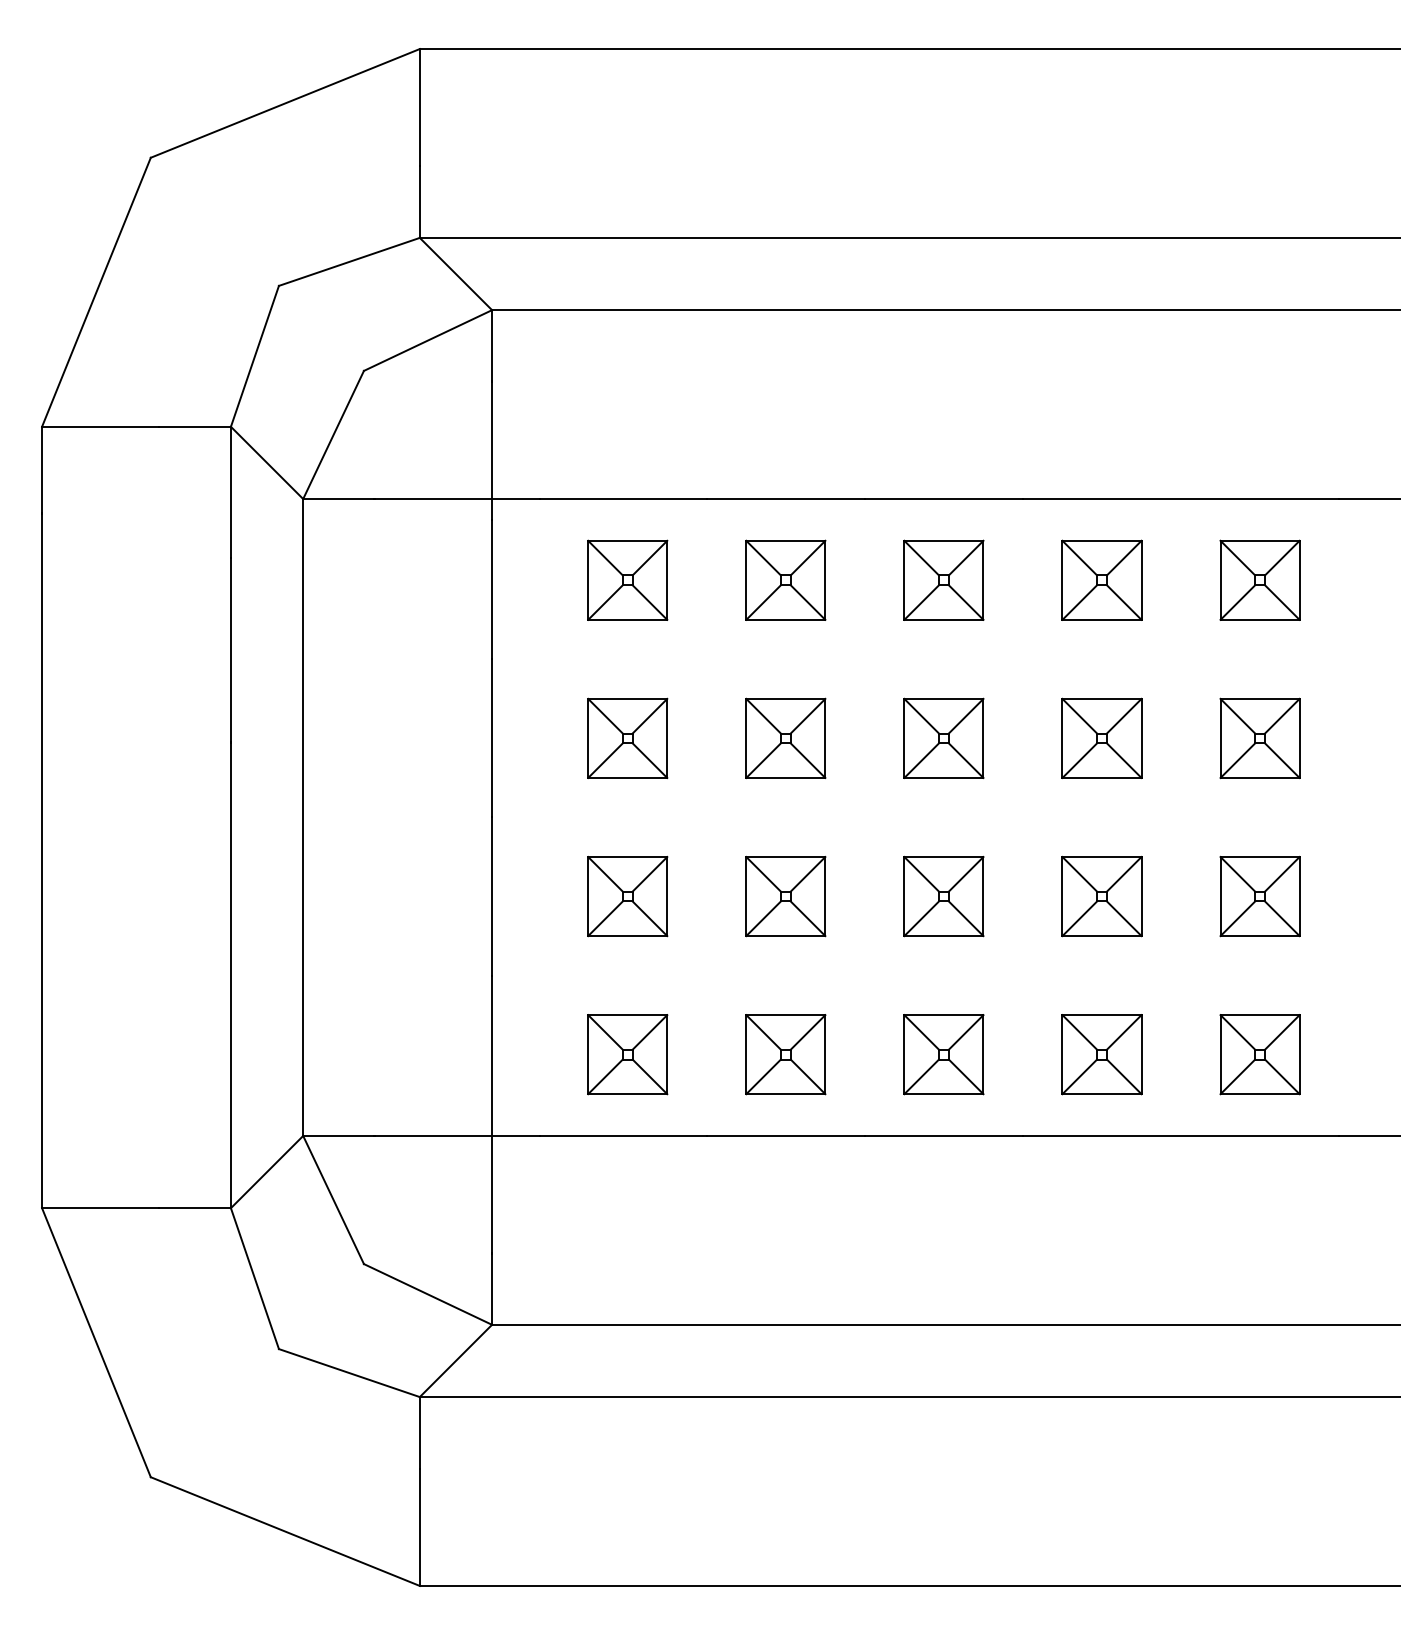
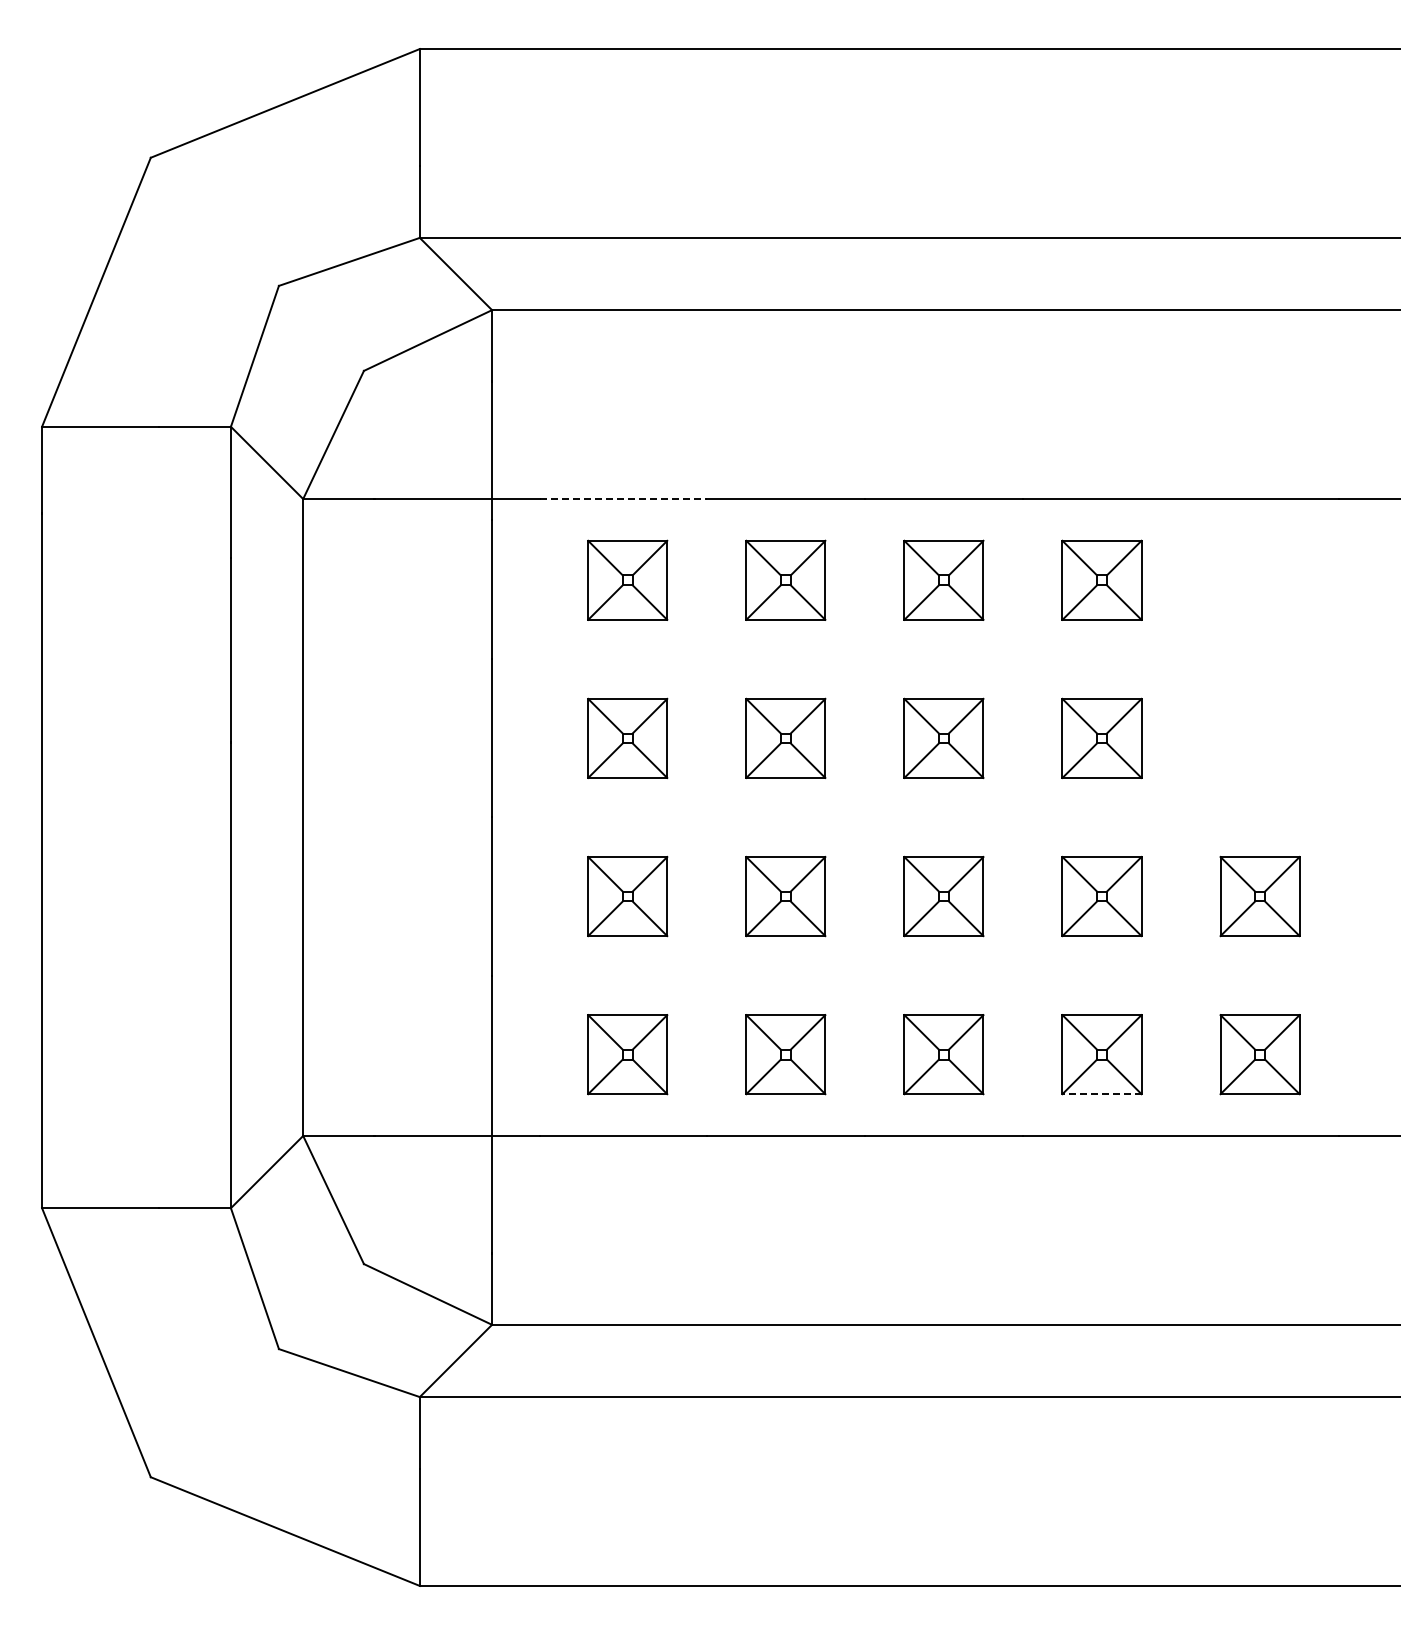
line at (623, 499): solid -> dashed
part at (1259, 579): present -> none
part at (1259, 737): present -> none
line at (1102, 1094): solid -> dashed
